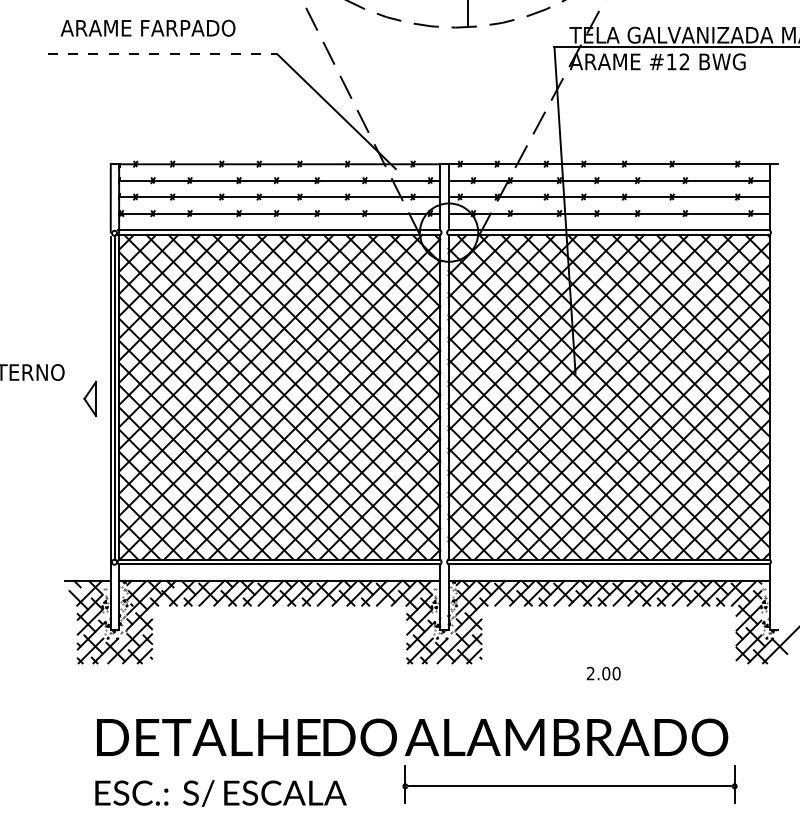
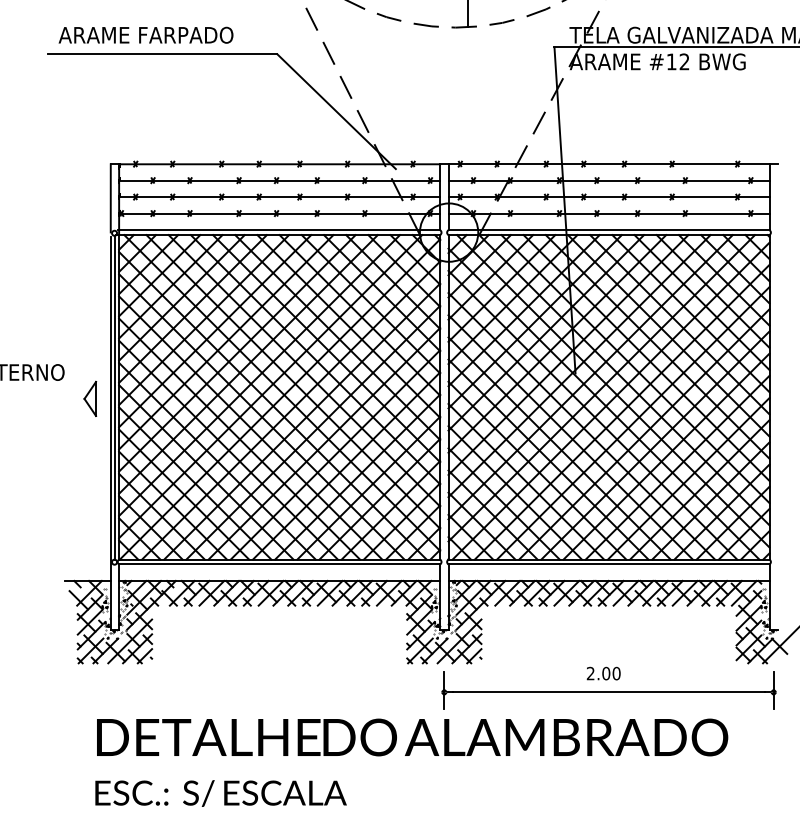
text at (147, 27) position: (147, 27) -> (145, 34)
line at (162, 54): dashed -> solid
part at (569, 784) position: (569, 784) -> (608, 690)
